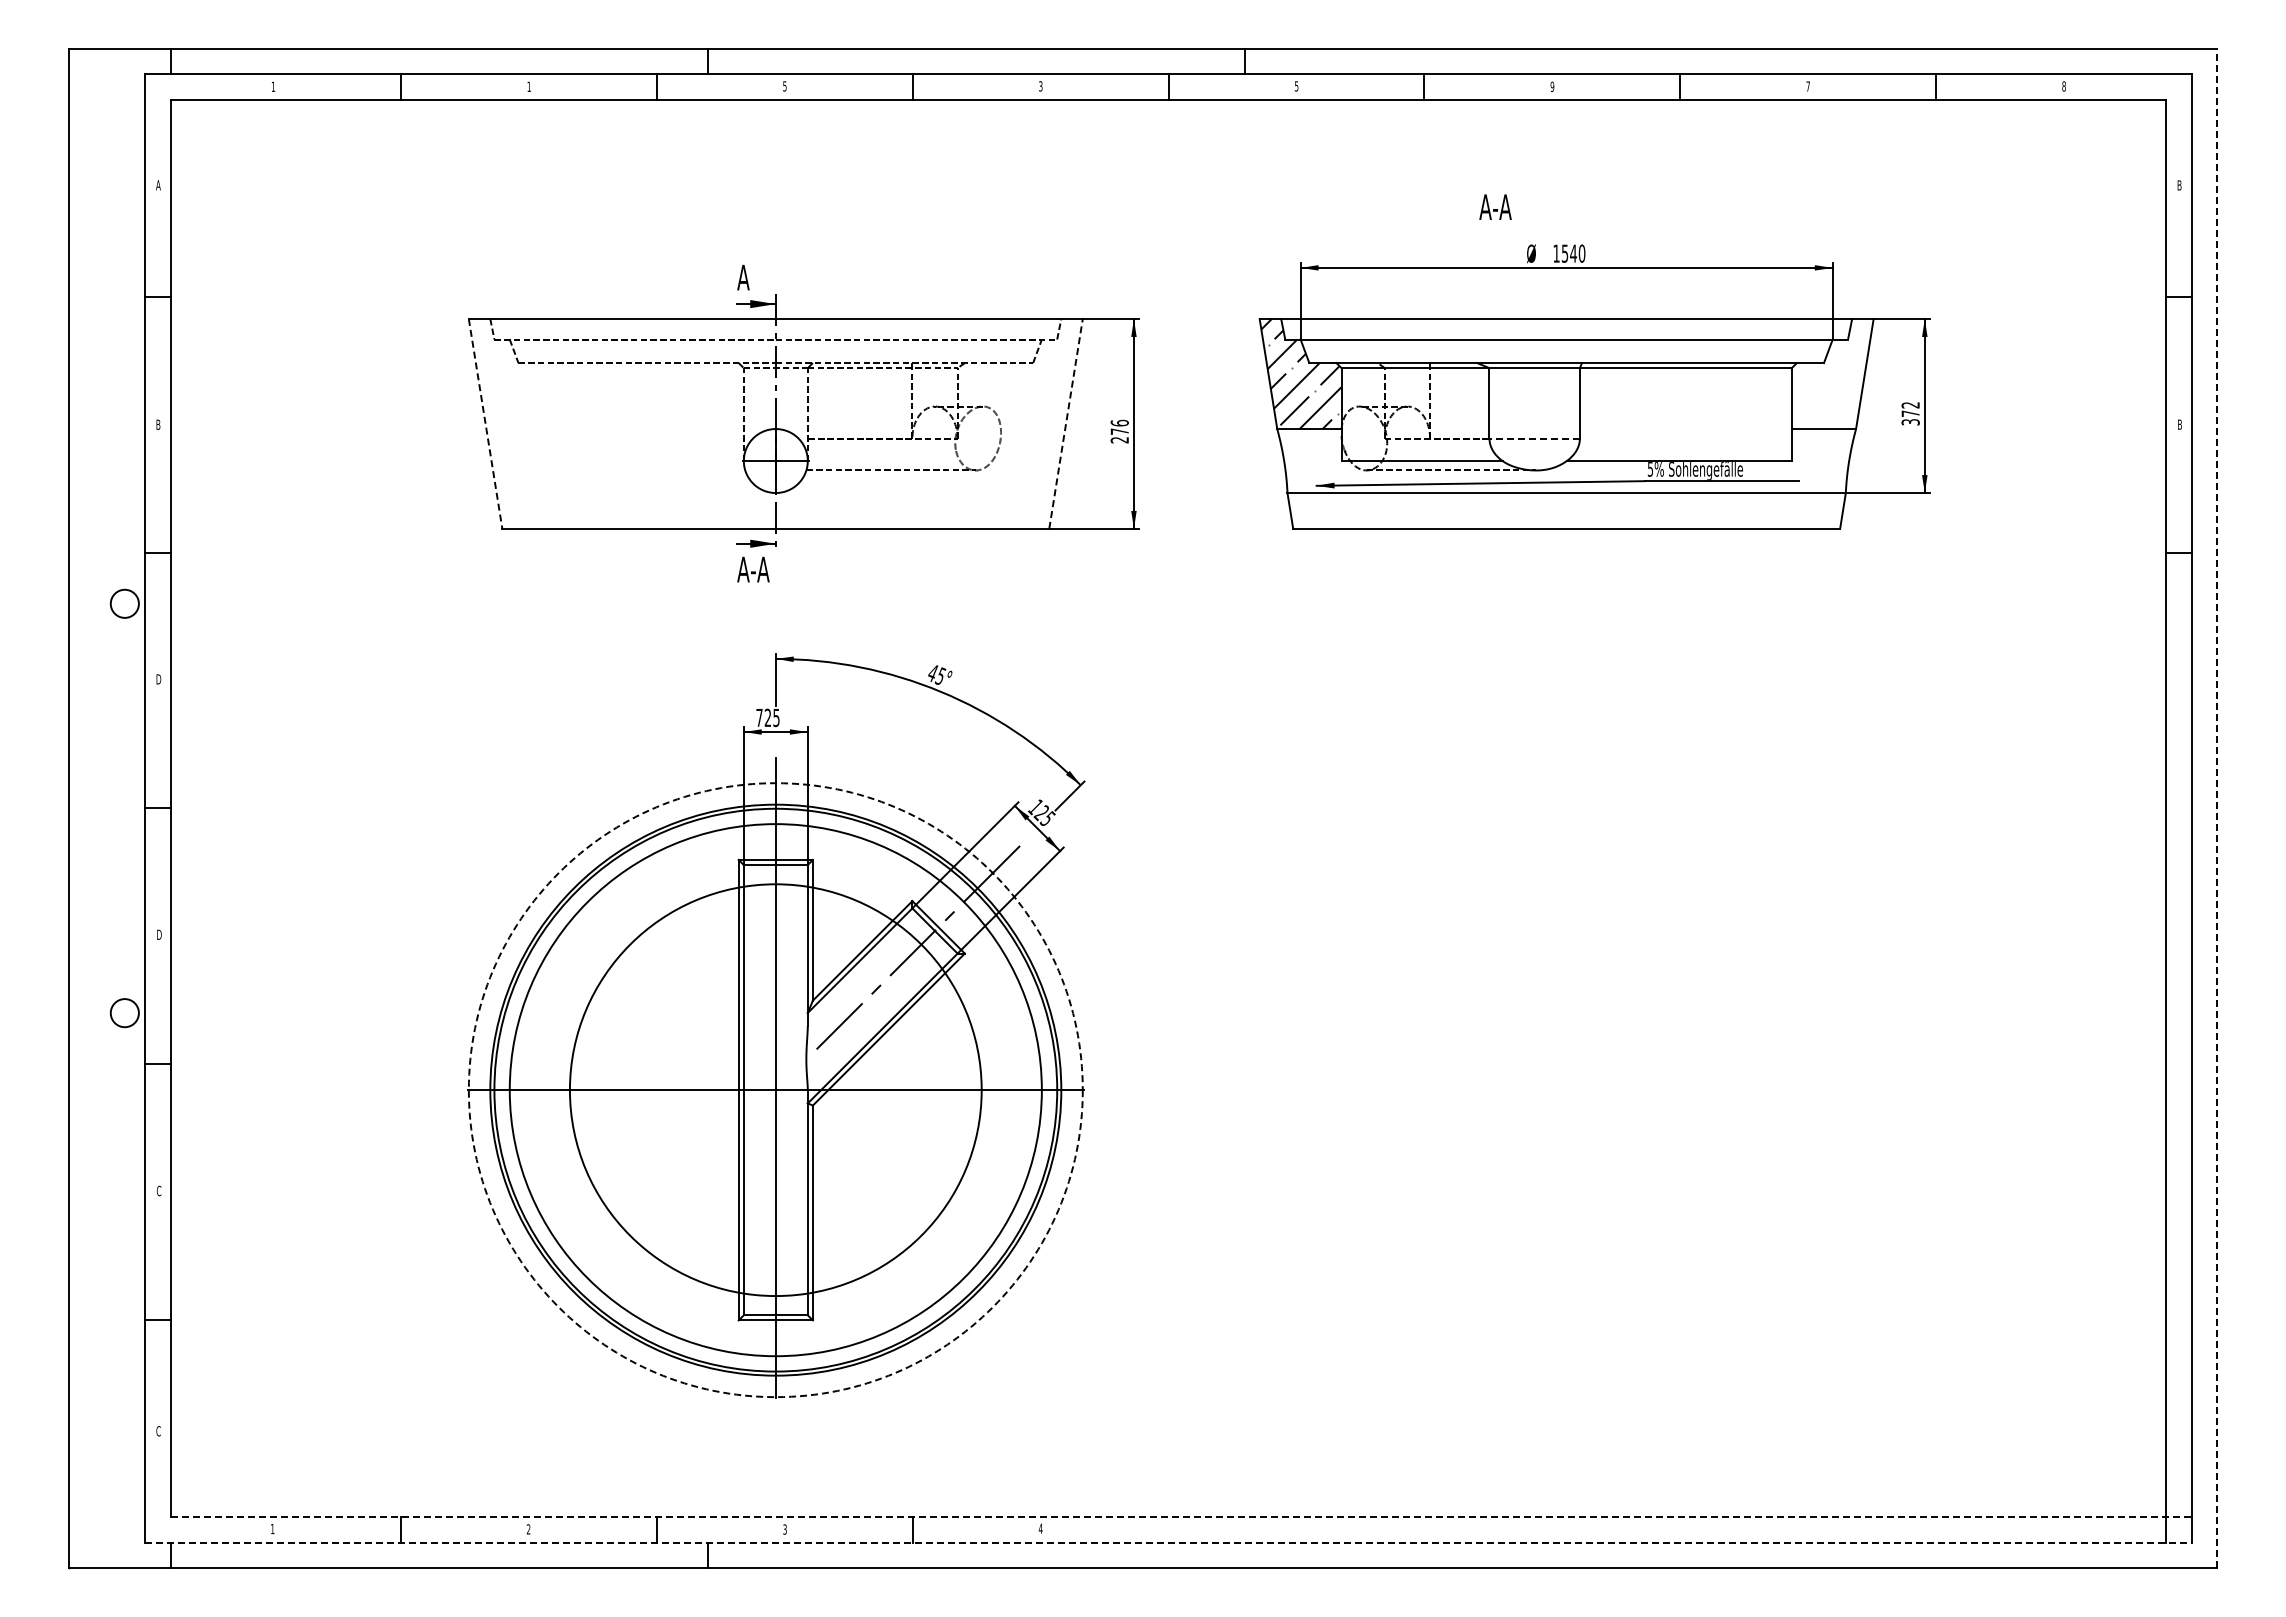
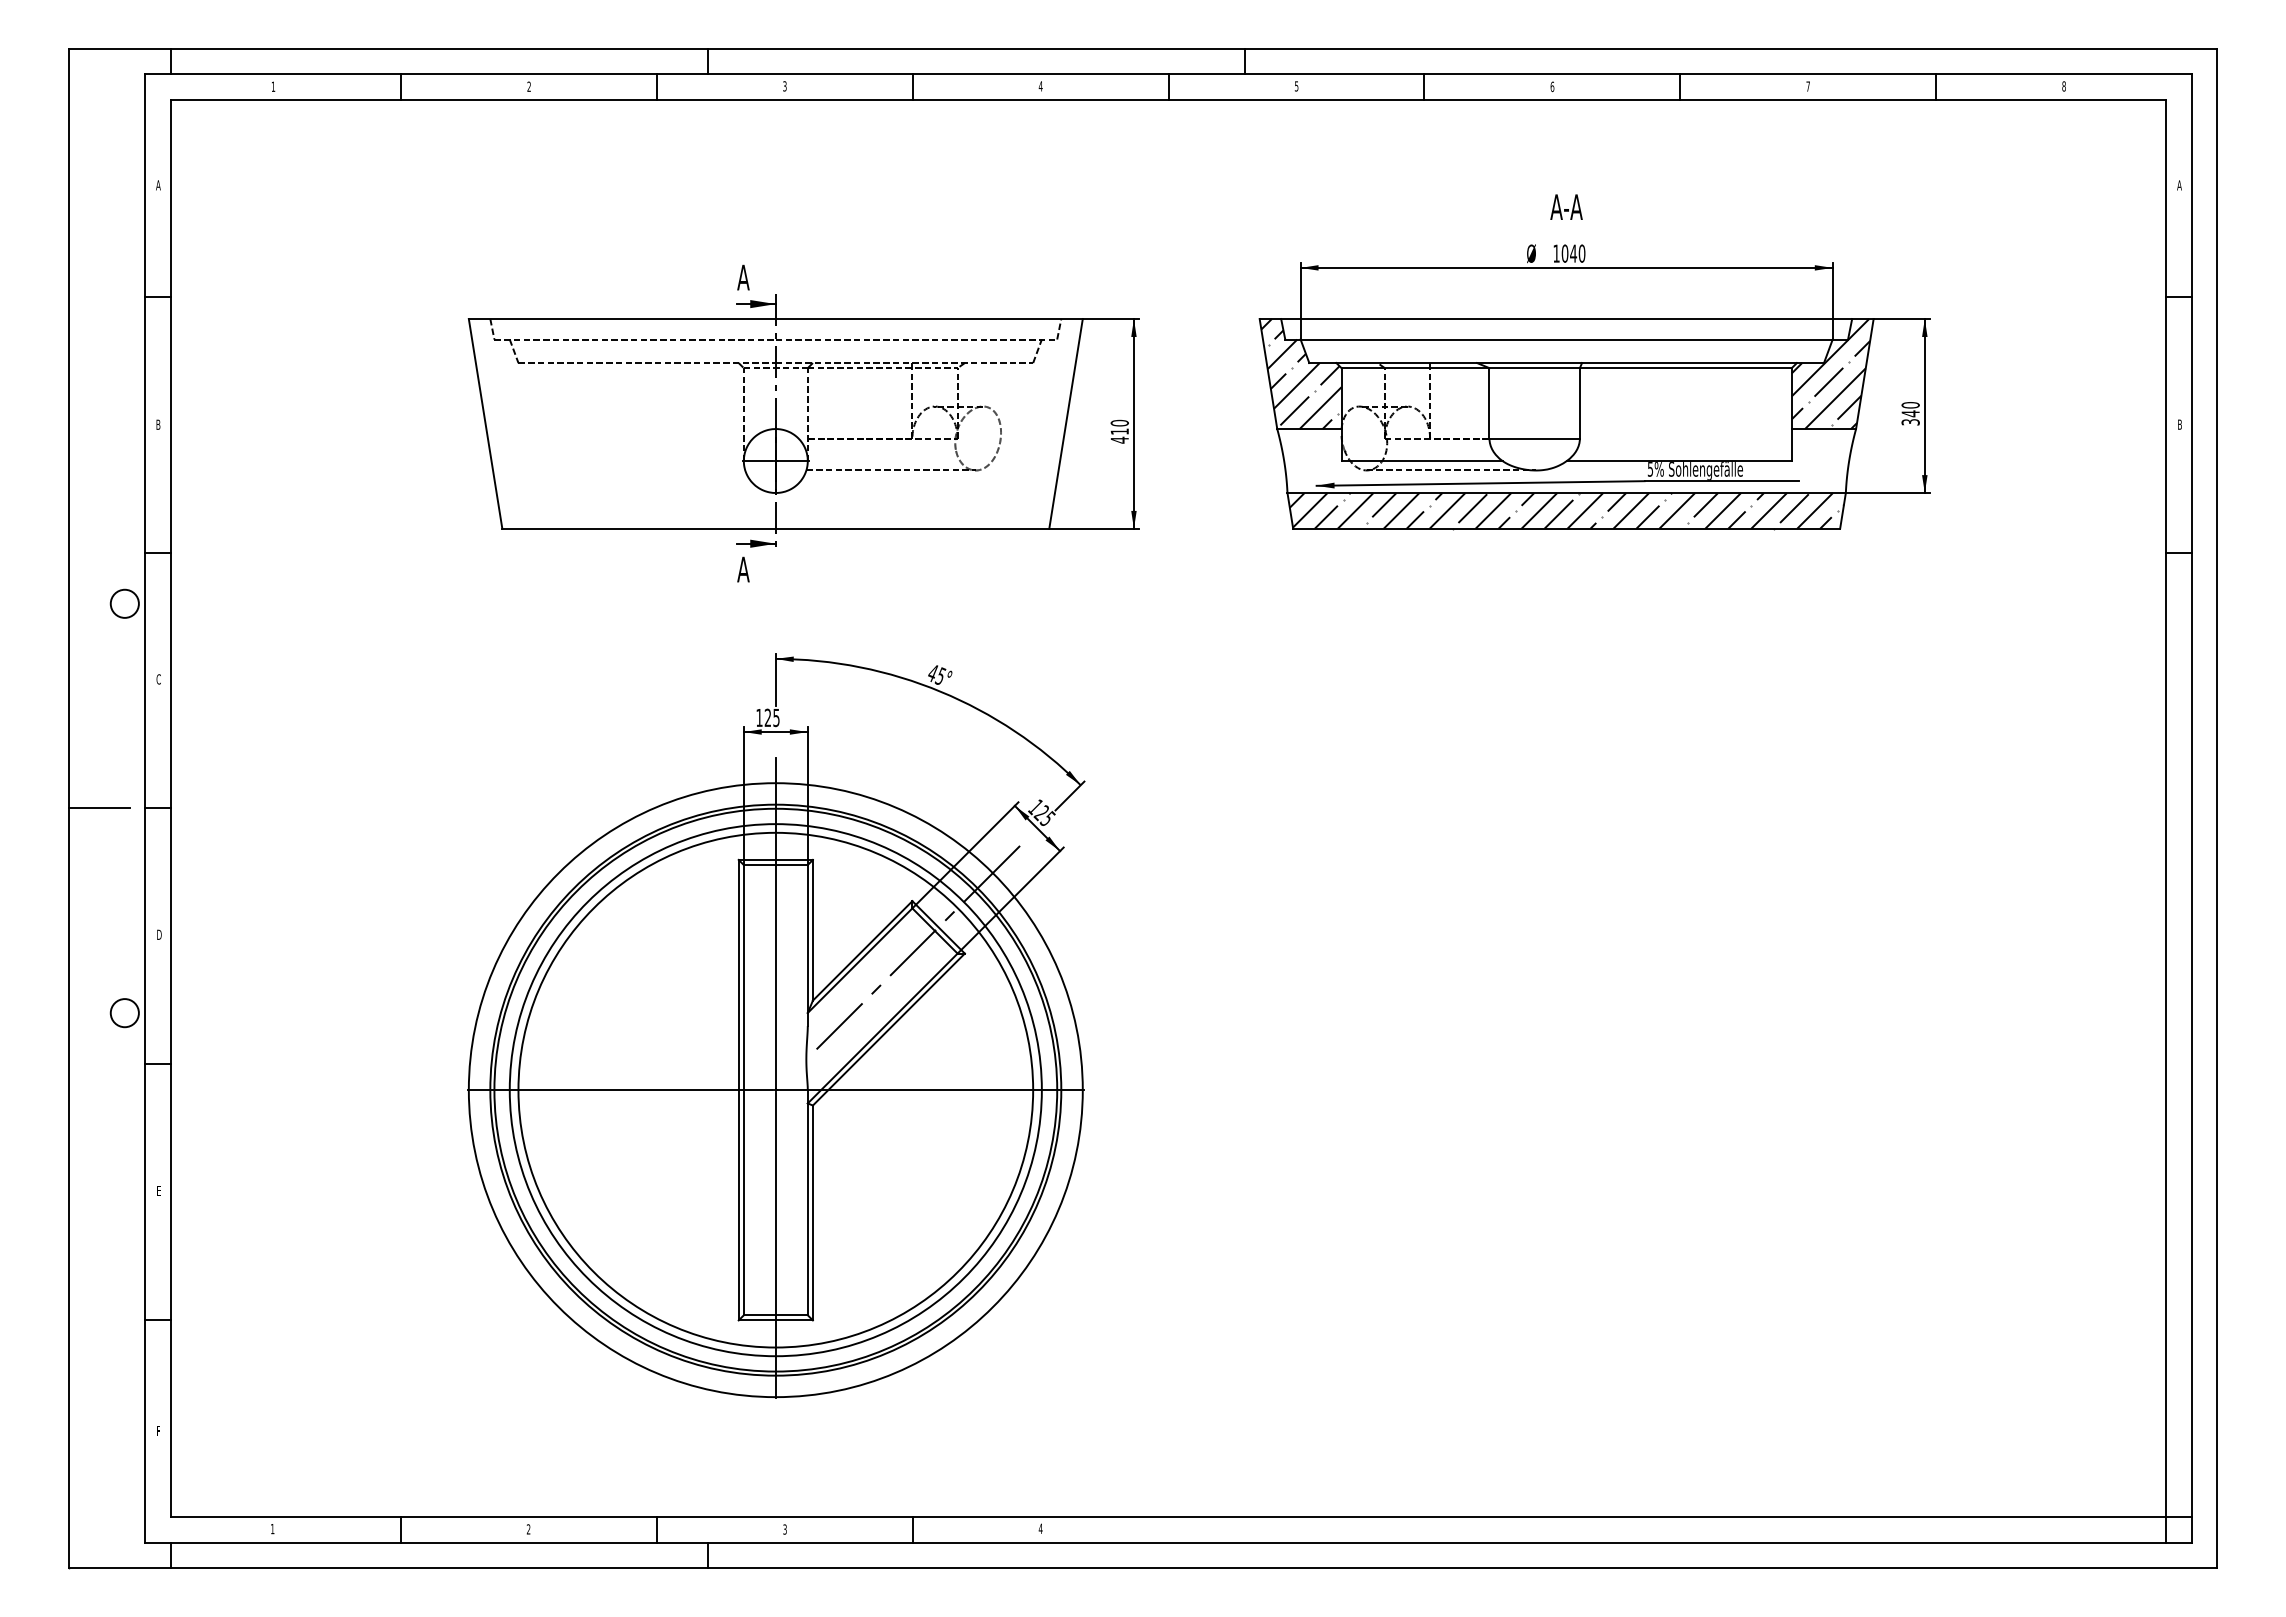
text at (784, 85): 5 -> 3
text at (528, 86): 1 -> 2
text at (1040, 86): 3 -> 4
text at (1552, 86): 9 -> 6
text at (2179, 185): B -> A
text at (1495, 206) position: (1495, 206) -> (1566, 206)
text at (1564, 253): 1540 -> 1040
hatch at (1830, 374): none -> present
text at (1910, 409): 372 -> 340
line at (1066, 423): dashed -> solid
line at (485, 424): dashed -> solid
text at (1119, 431): 276 -> 410
line at (1534, 438): dashed -> solid
hatch at (1566, 510): none -> present
text at (760, 569): A-A -> A
text at (158, 679): D -> C
text at (759, 717): 725 -> 125
line at (98, 808): none -> present
line at (2217, 808): dashed -> solid
circle at (775, 1090) diameter: 412 px -> 515 px
circle at (775, 1090): dashed -> solid
text at (158, 1190): C -> E
text at (158, 1431): C -> F
line at (1181, 1517): dashed -> solid
line at (1169, 1542): dashed -> solid
